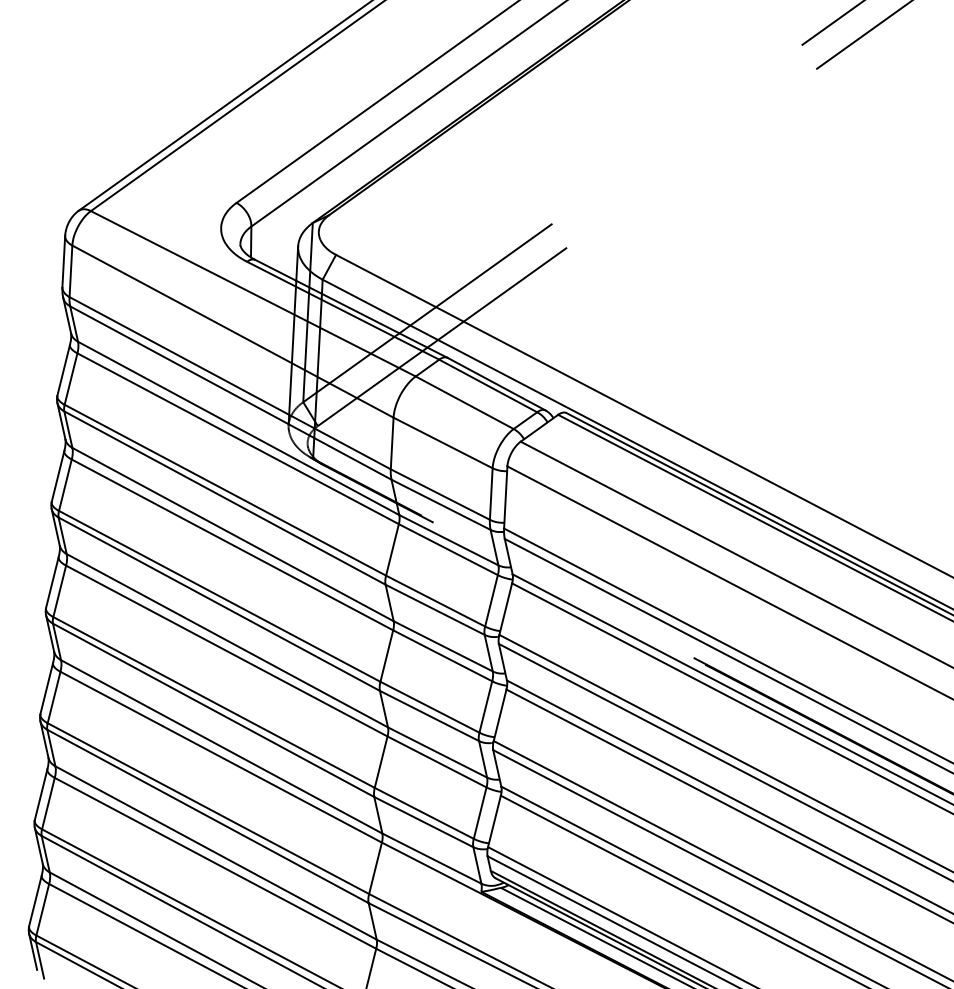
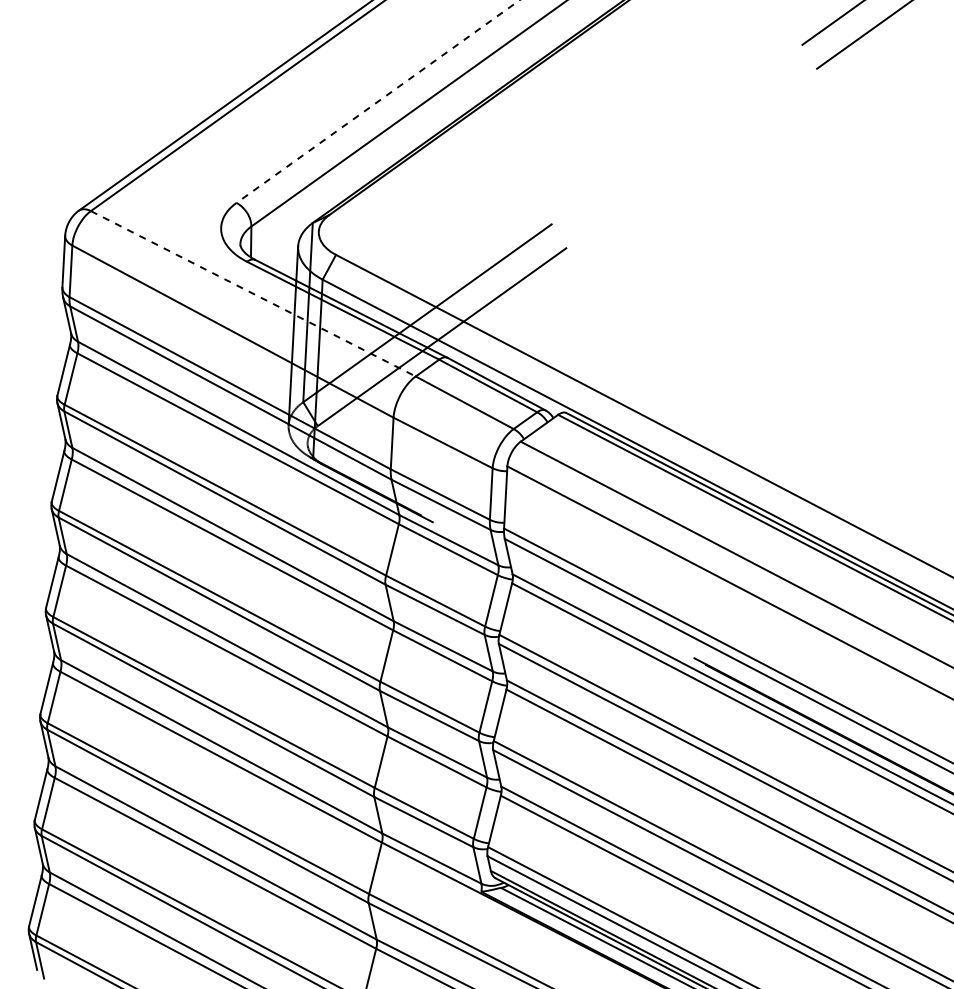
line at (377, 101): solid -> dashed
line at (253, 294): solid -> dashed
